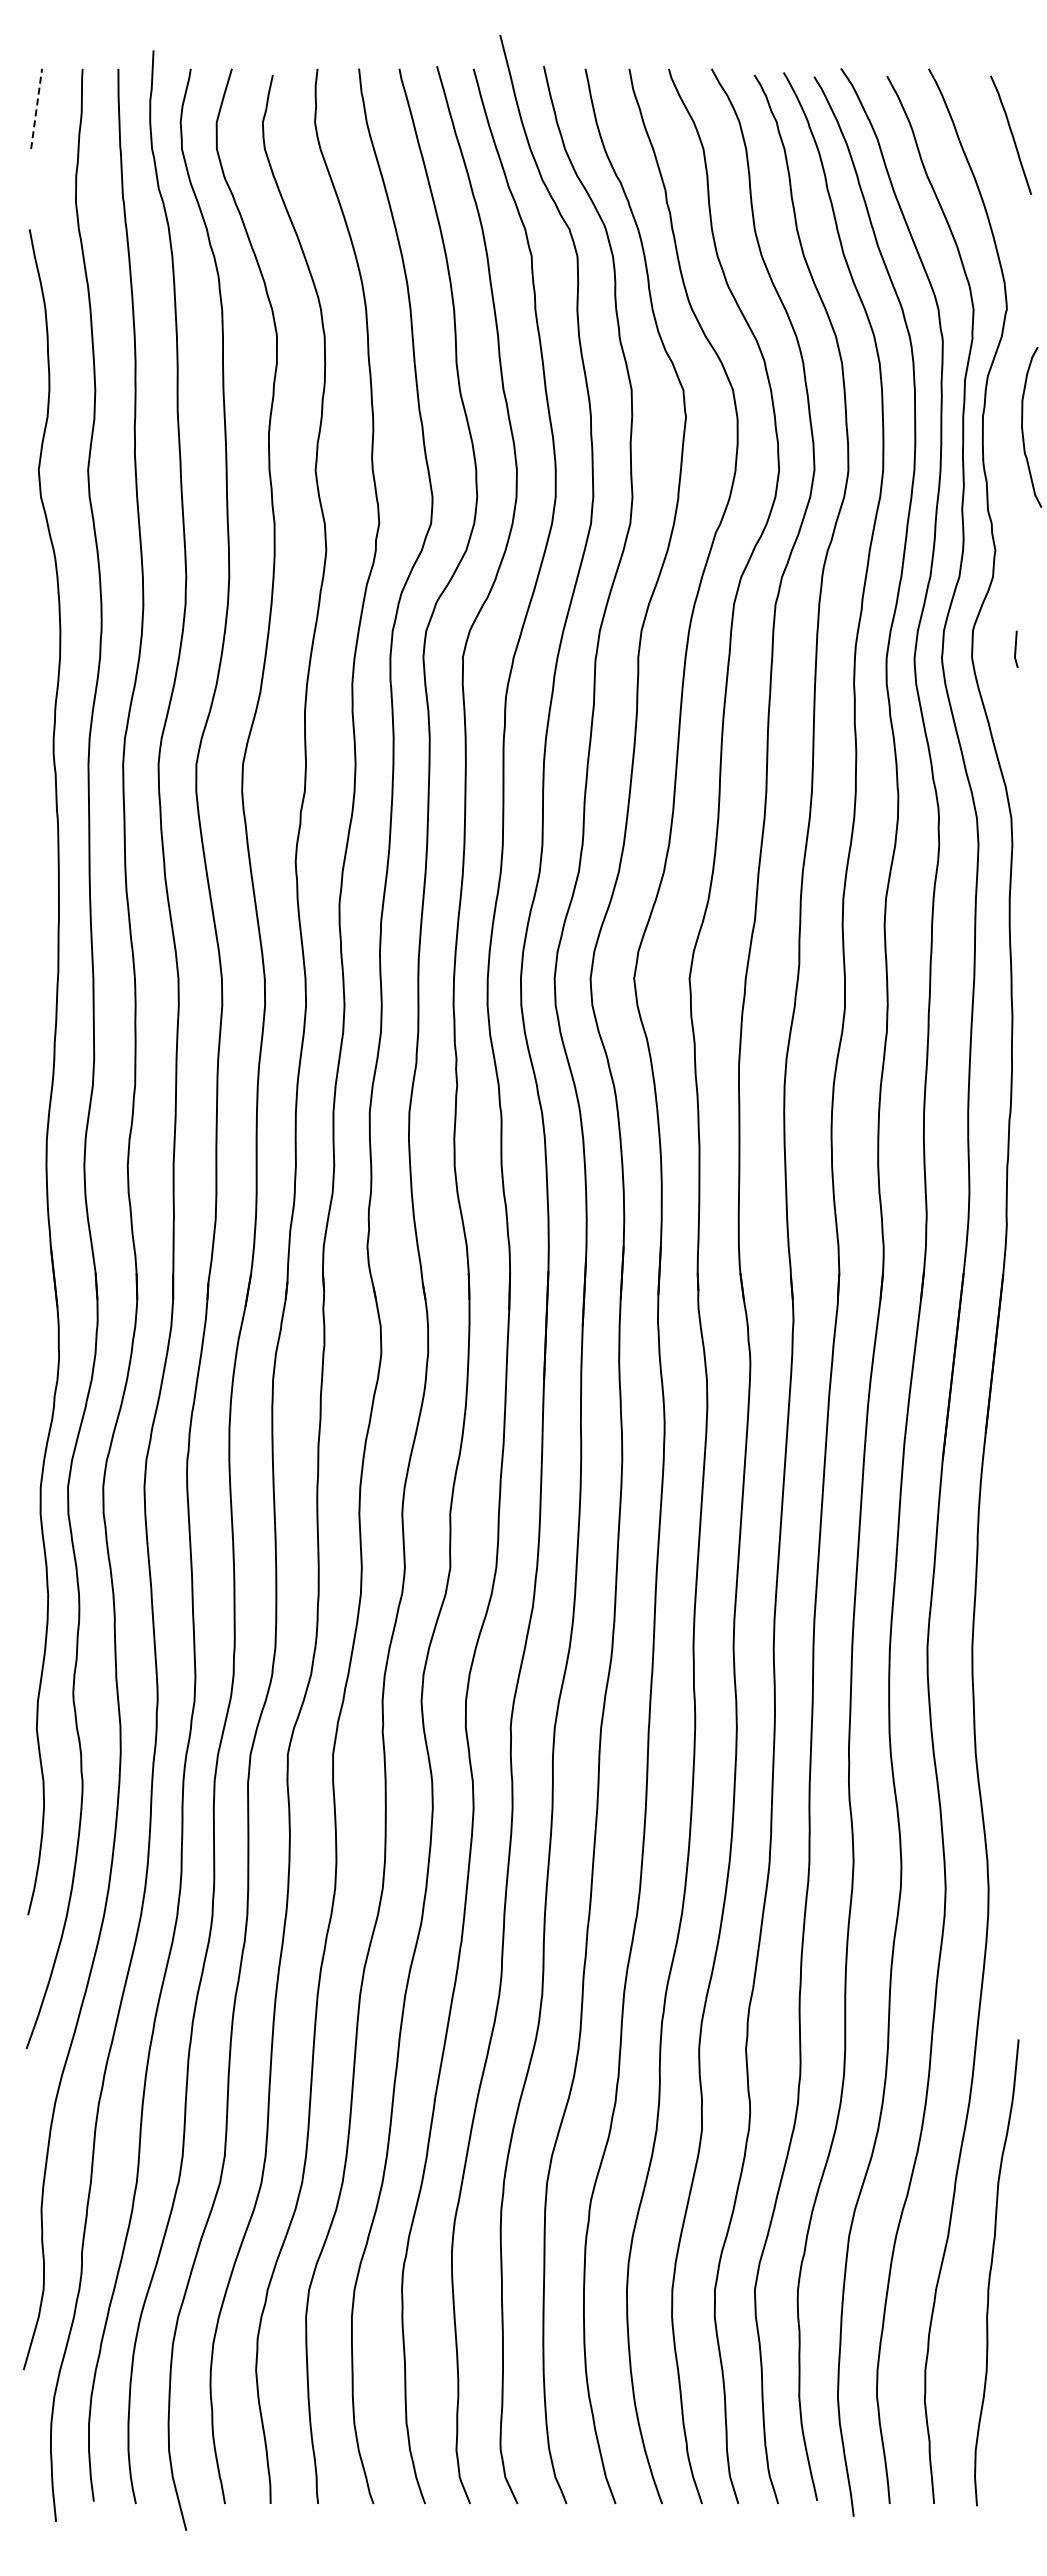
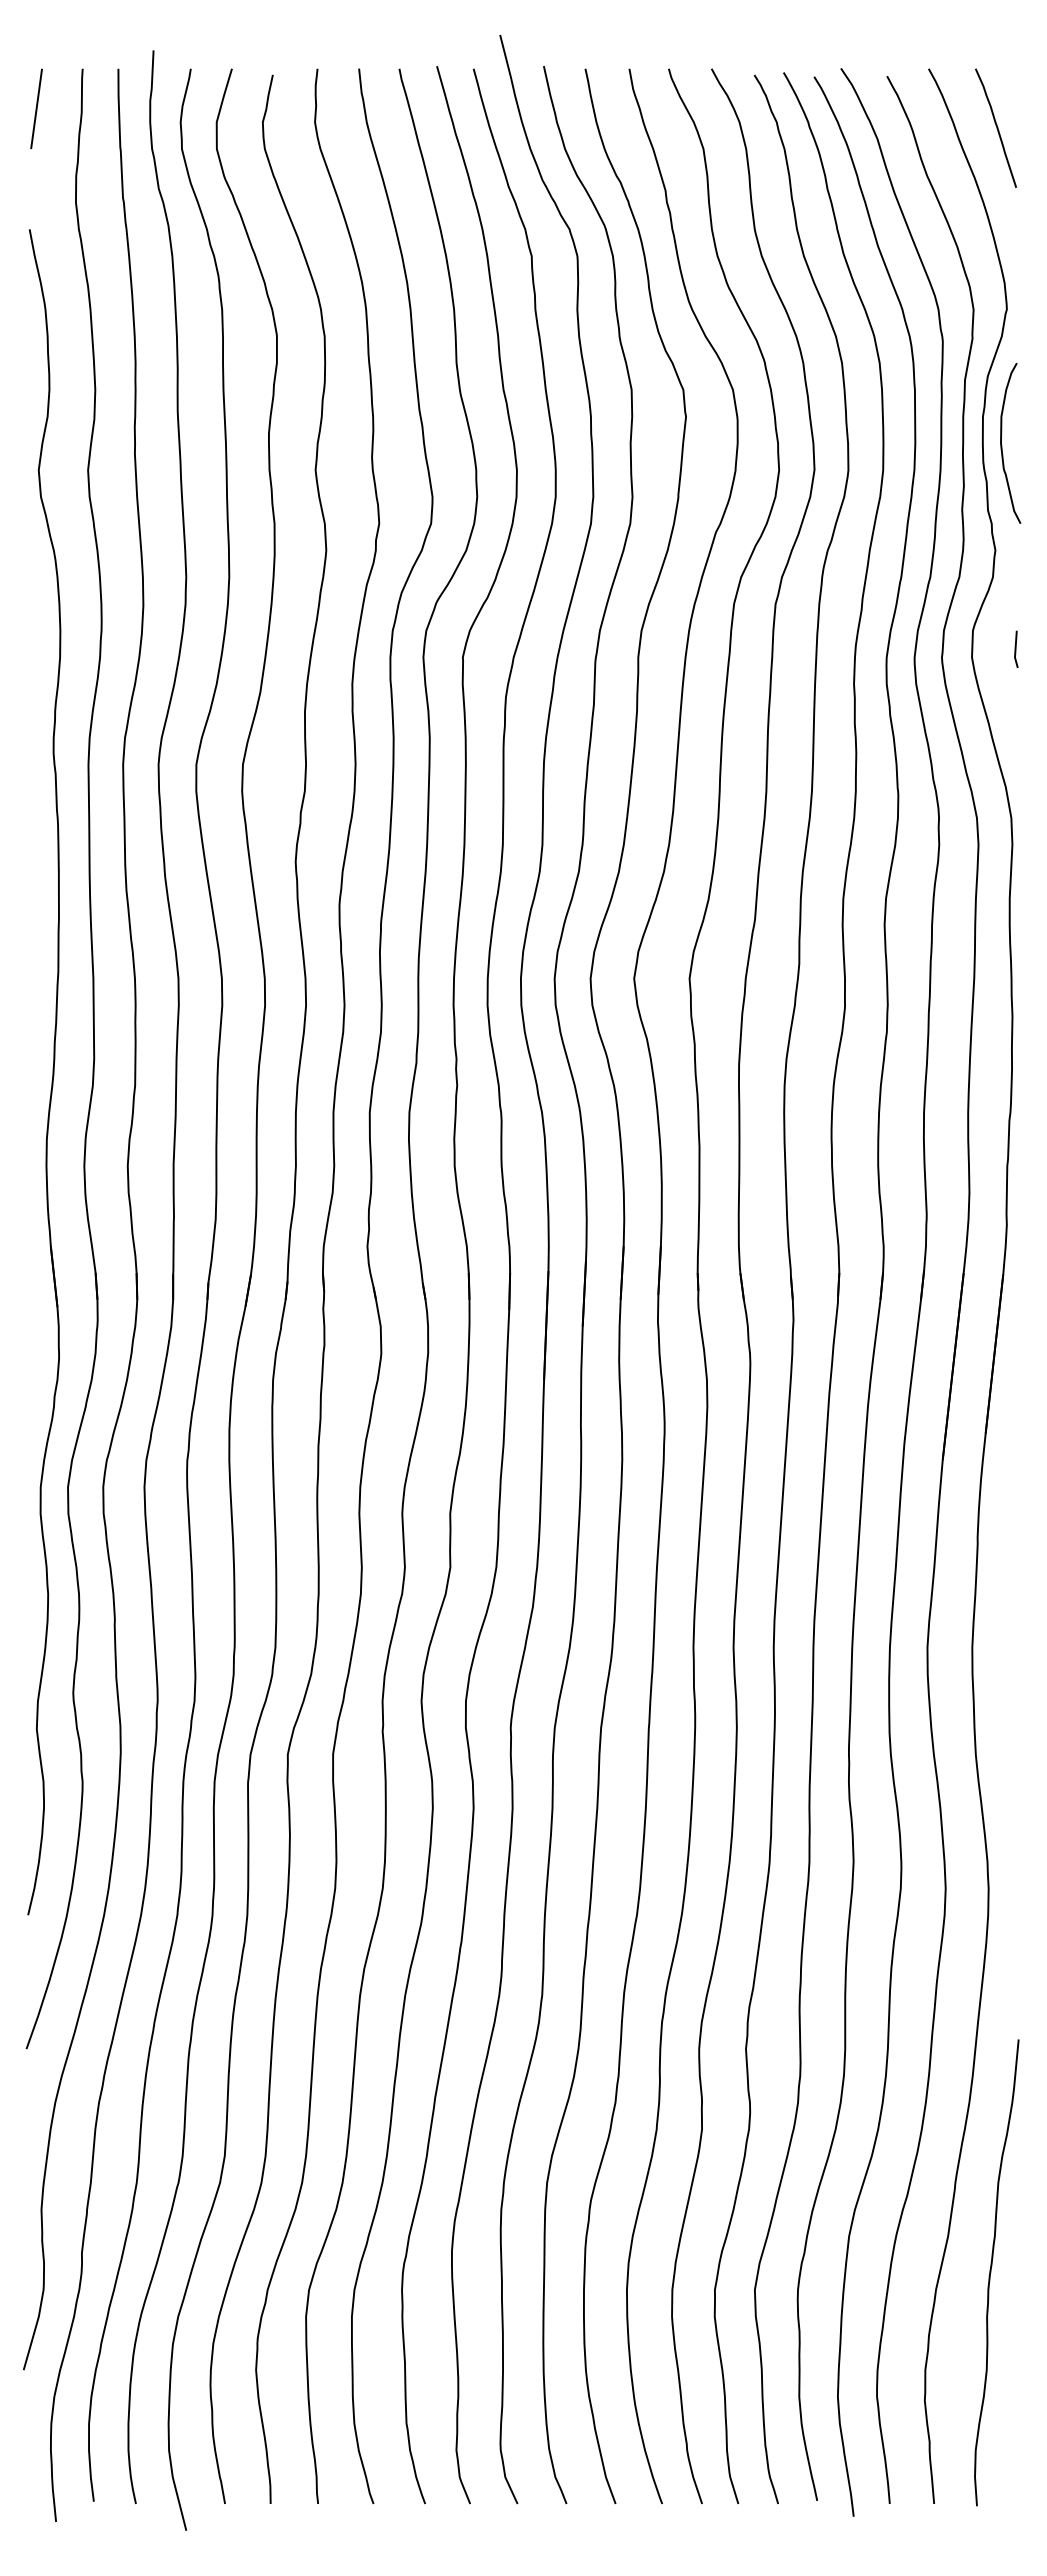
line at (36, 108): dashed -> solid
curve at (1011, 134) position: (1011, 134) -> (996, 127)
curve at (1023, 429) position: (1023, 429) -> (1002, 445)
